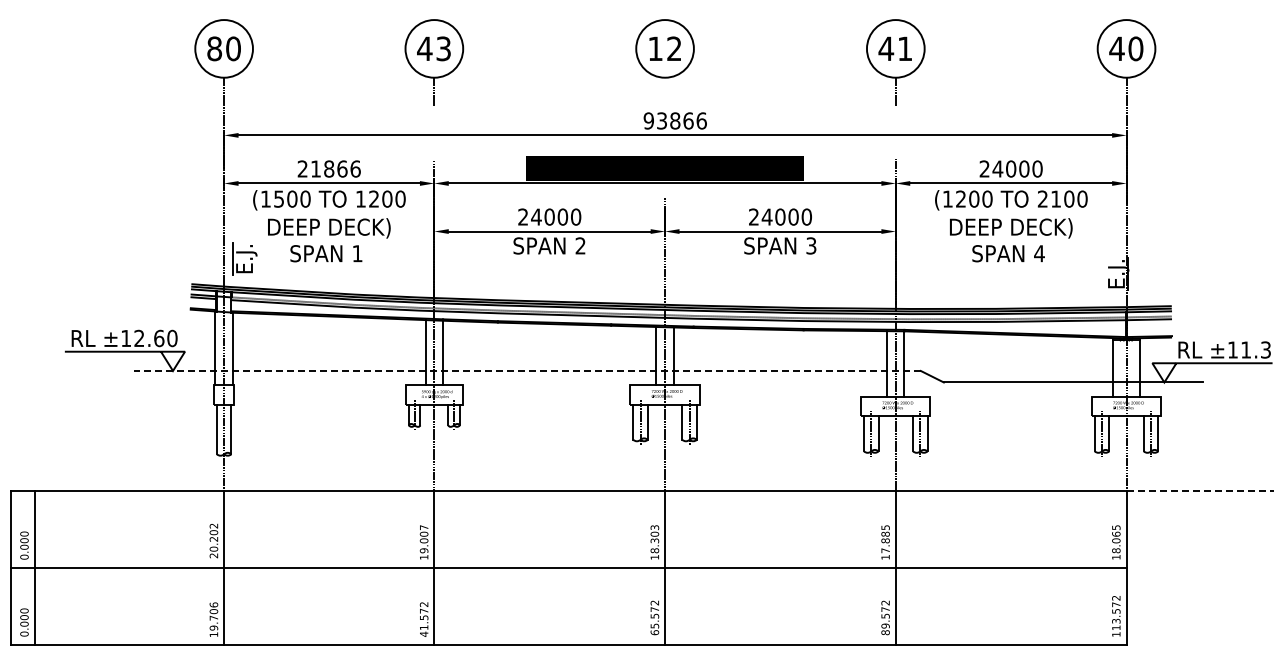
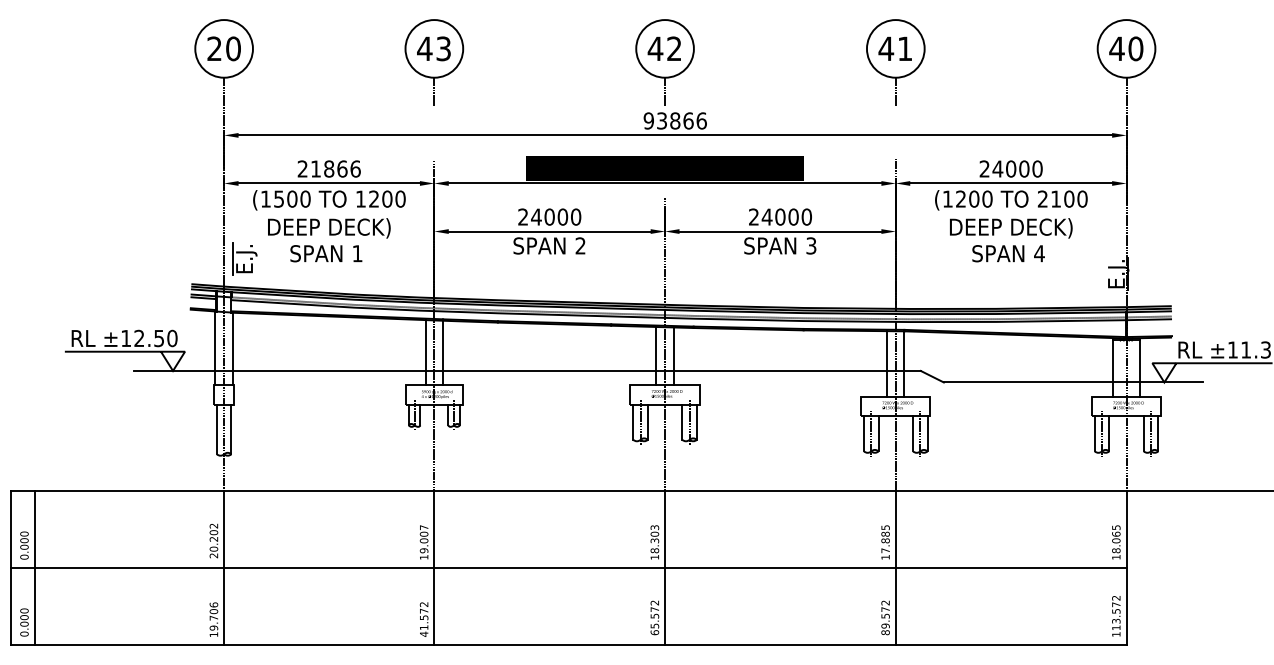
text at (214, 48): 80 -> 20
text at (655, 48): 12 -> 42
line at (665, 91): none -> present
text at (159, 338): ±12.60 -> ±12.50
line at (527, 370): dashed -> solid
line at (1200, 491): dashed -> solid
